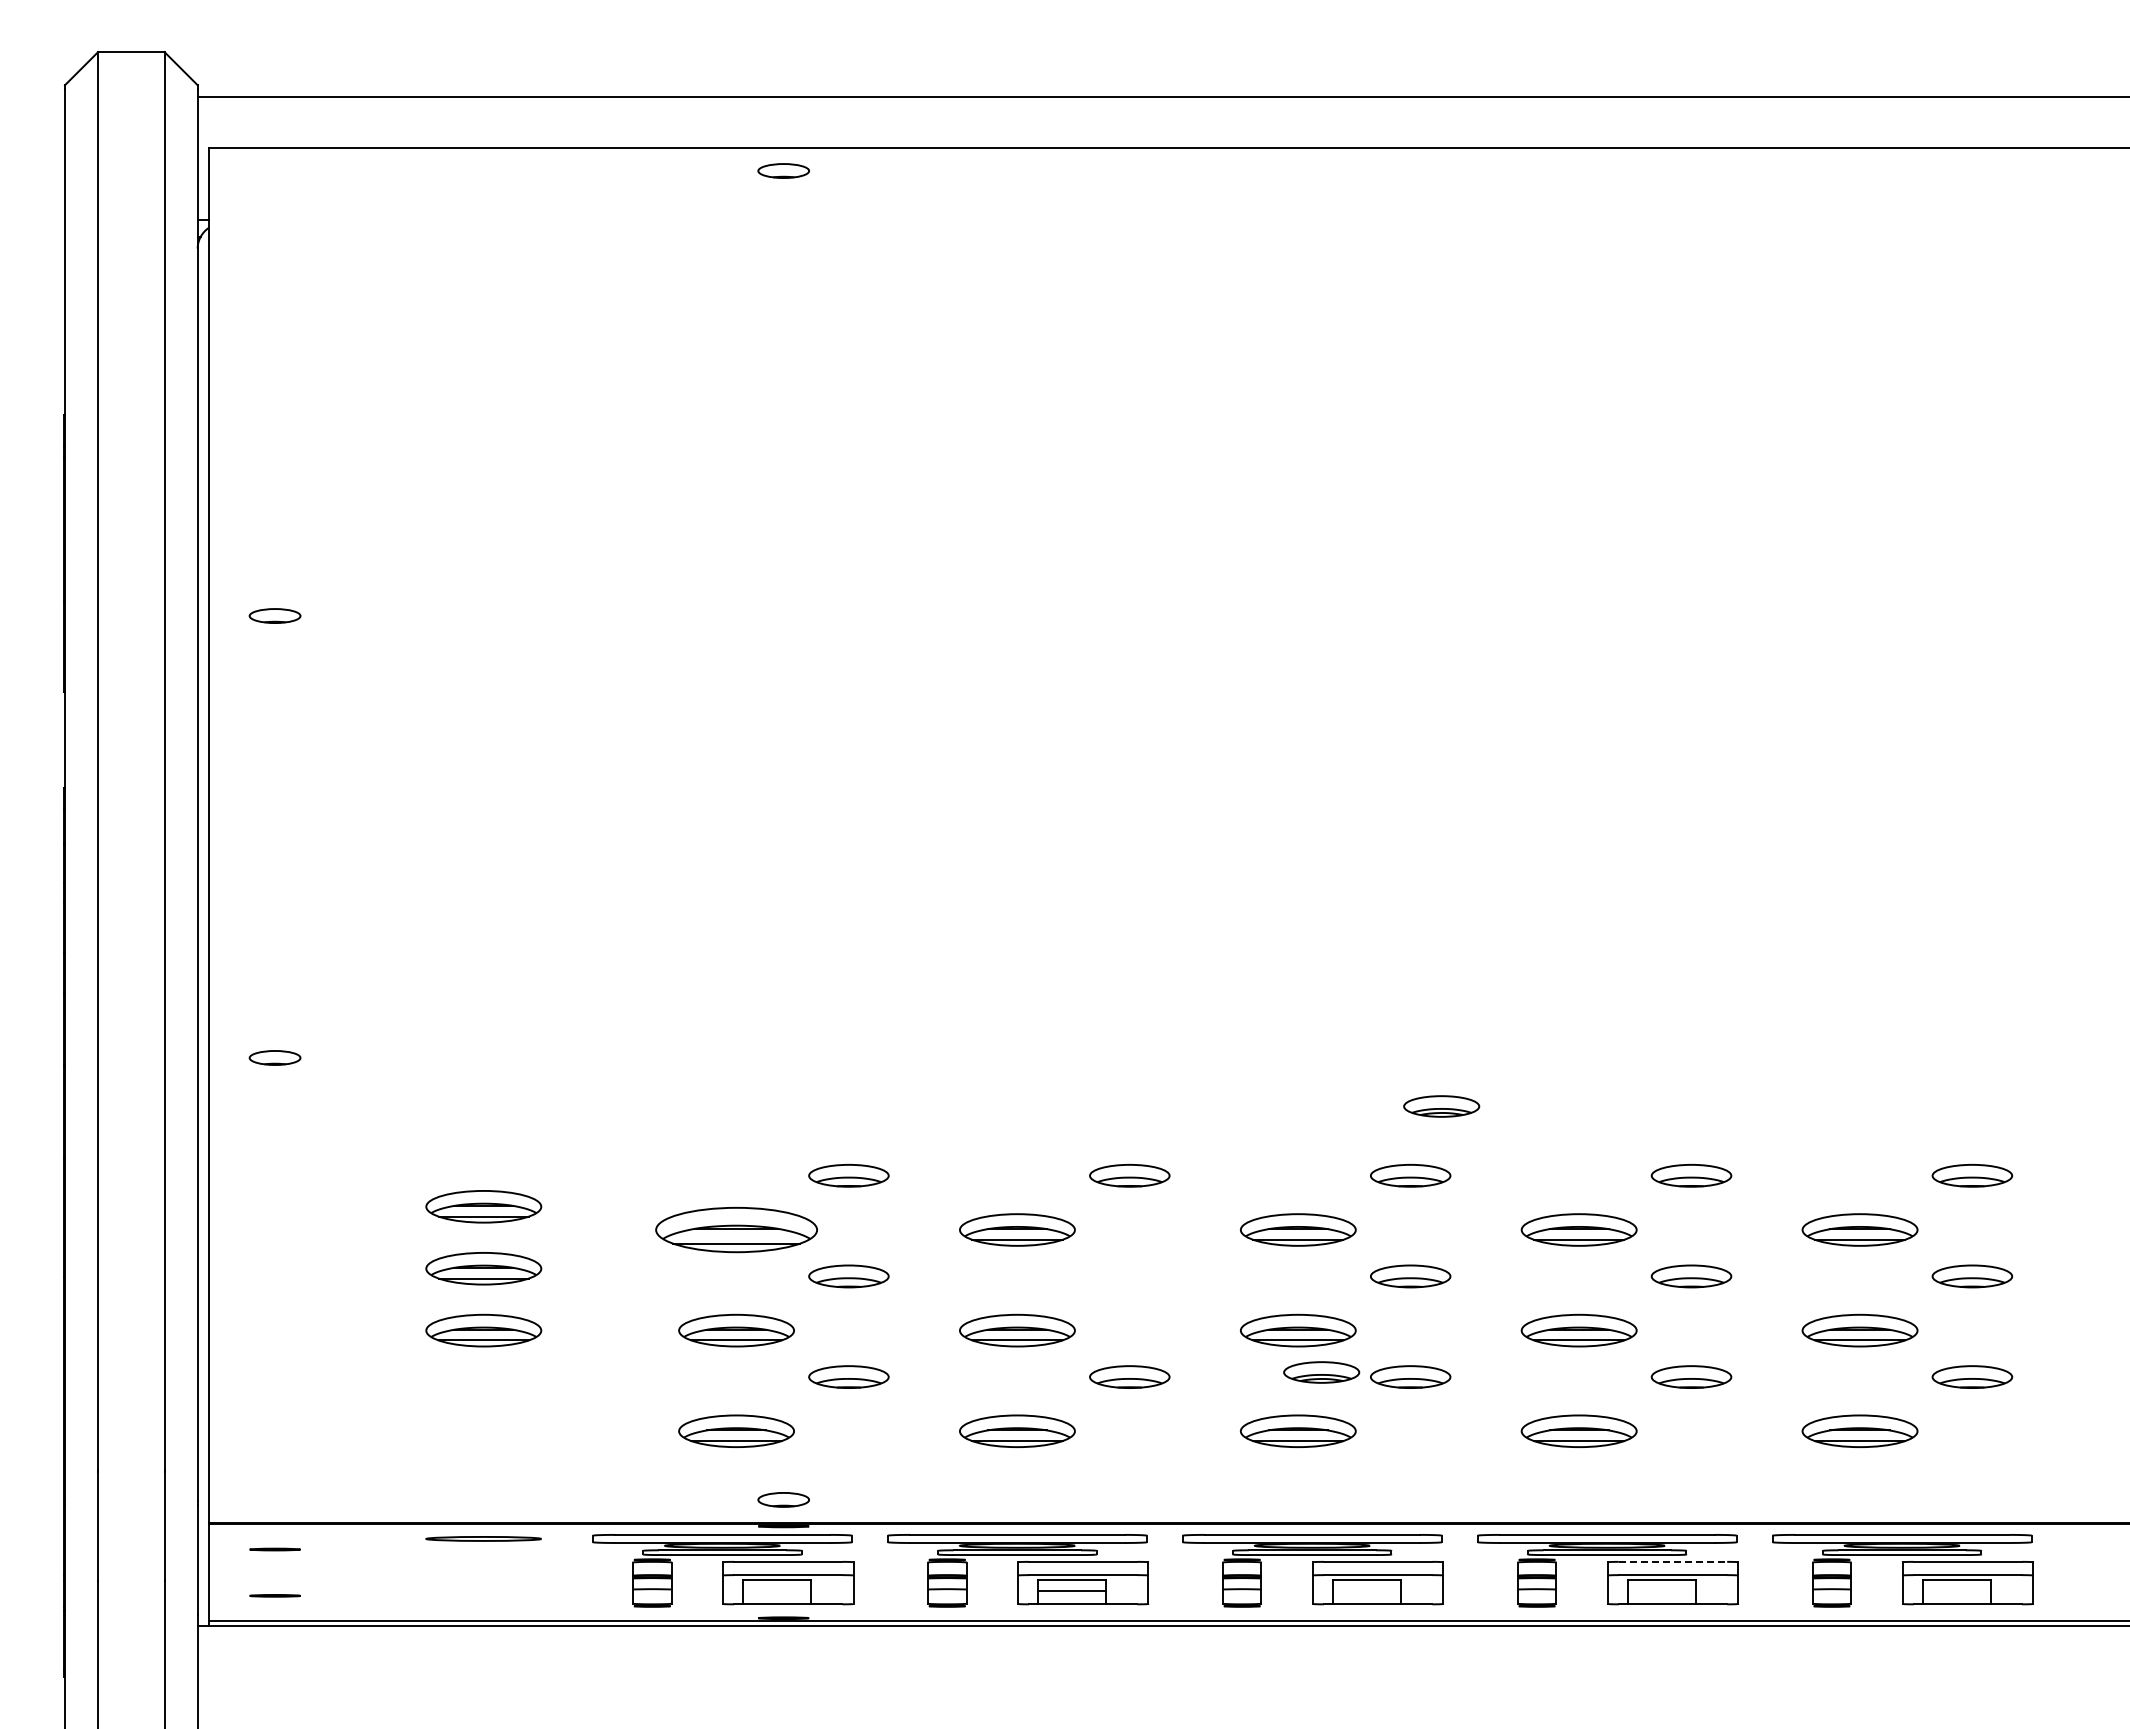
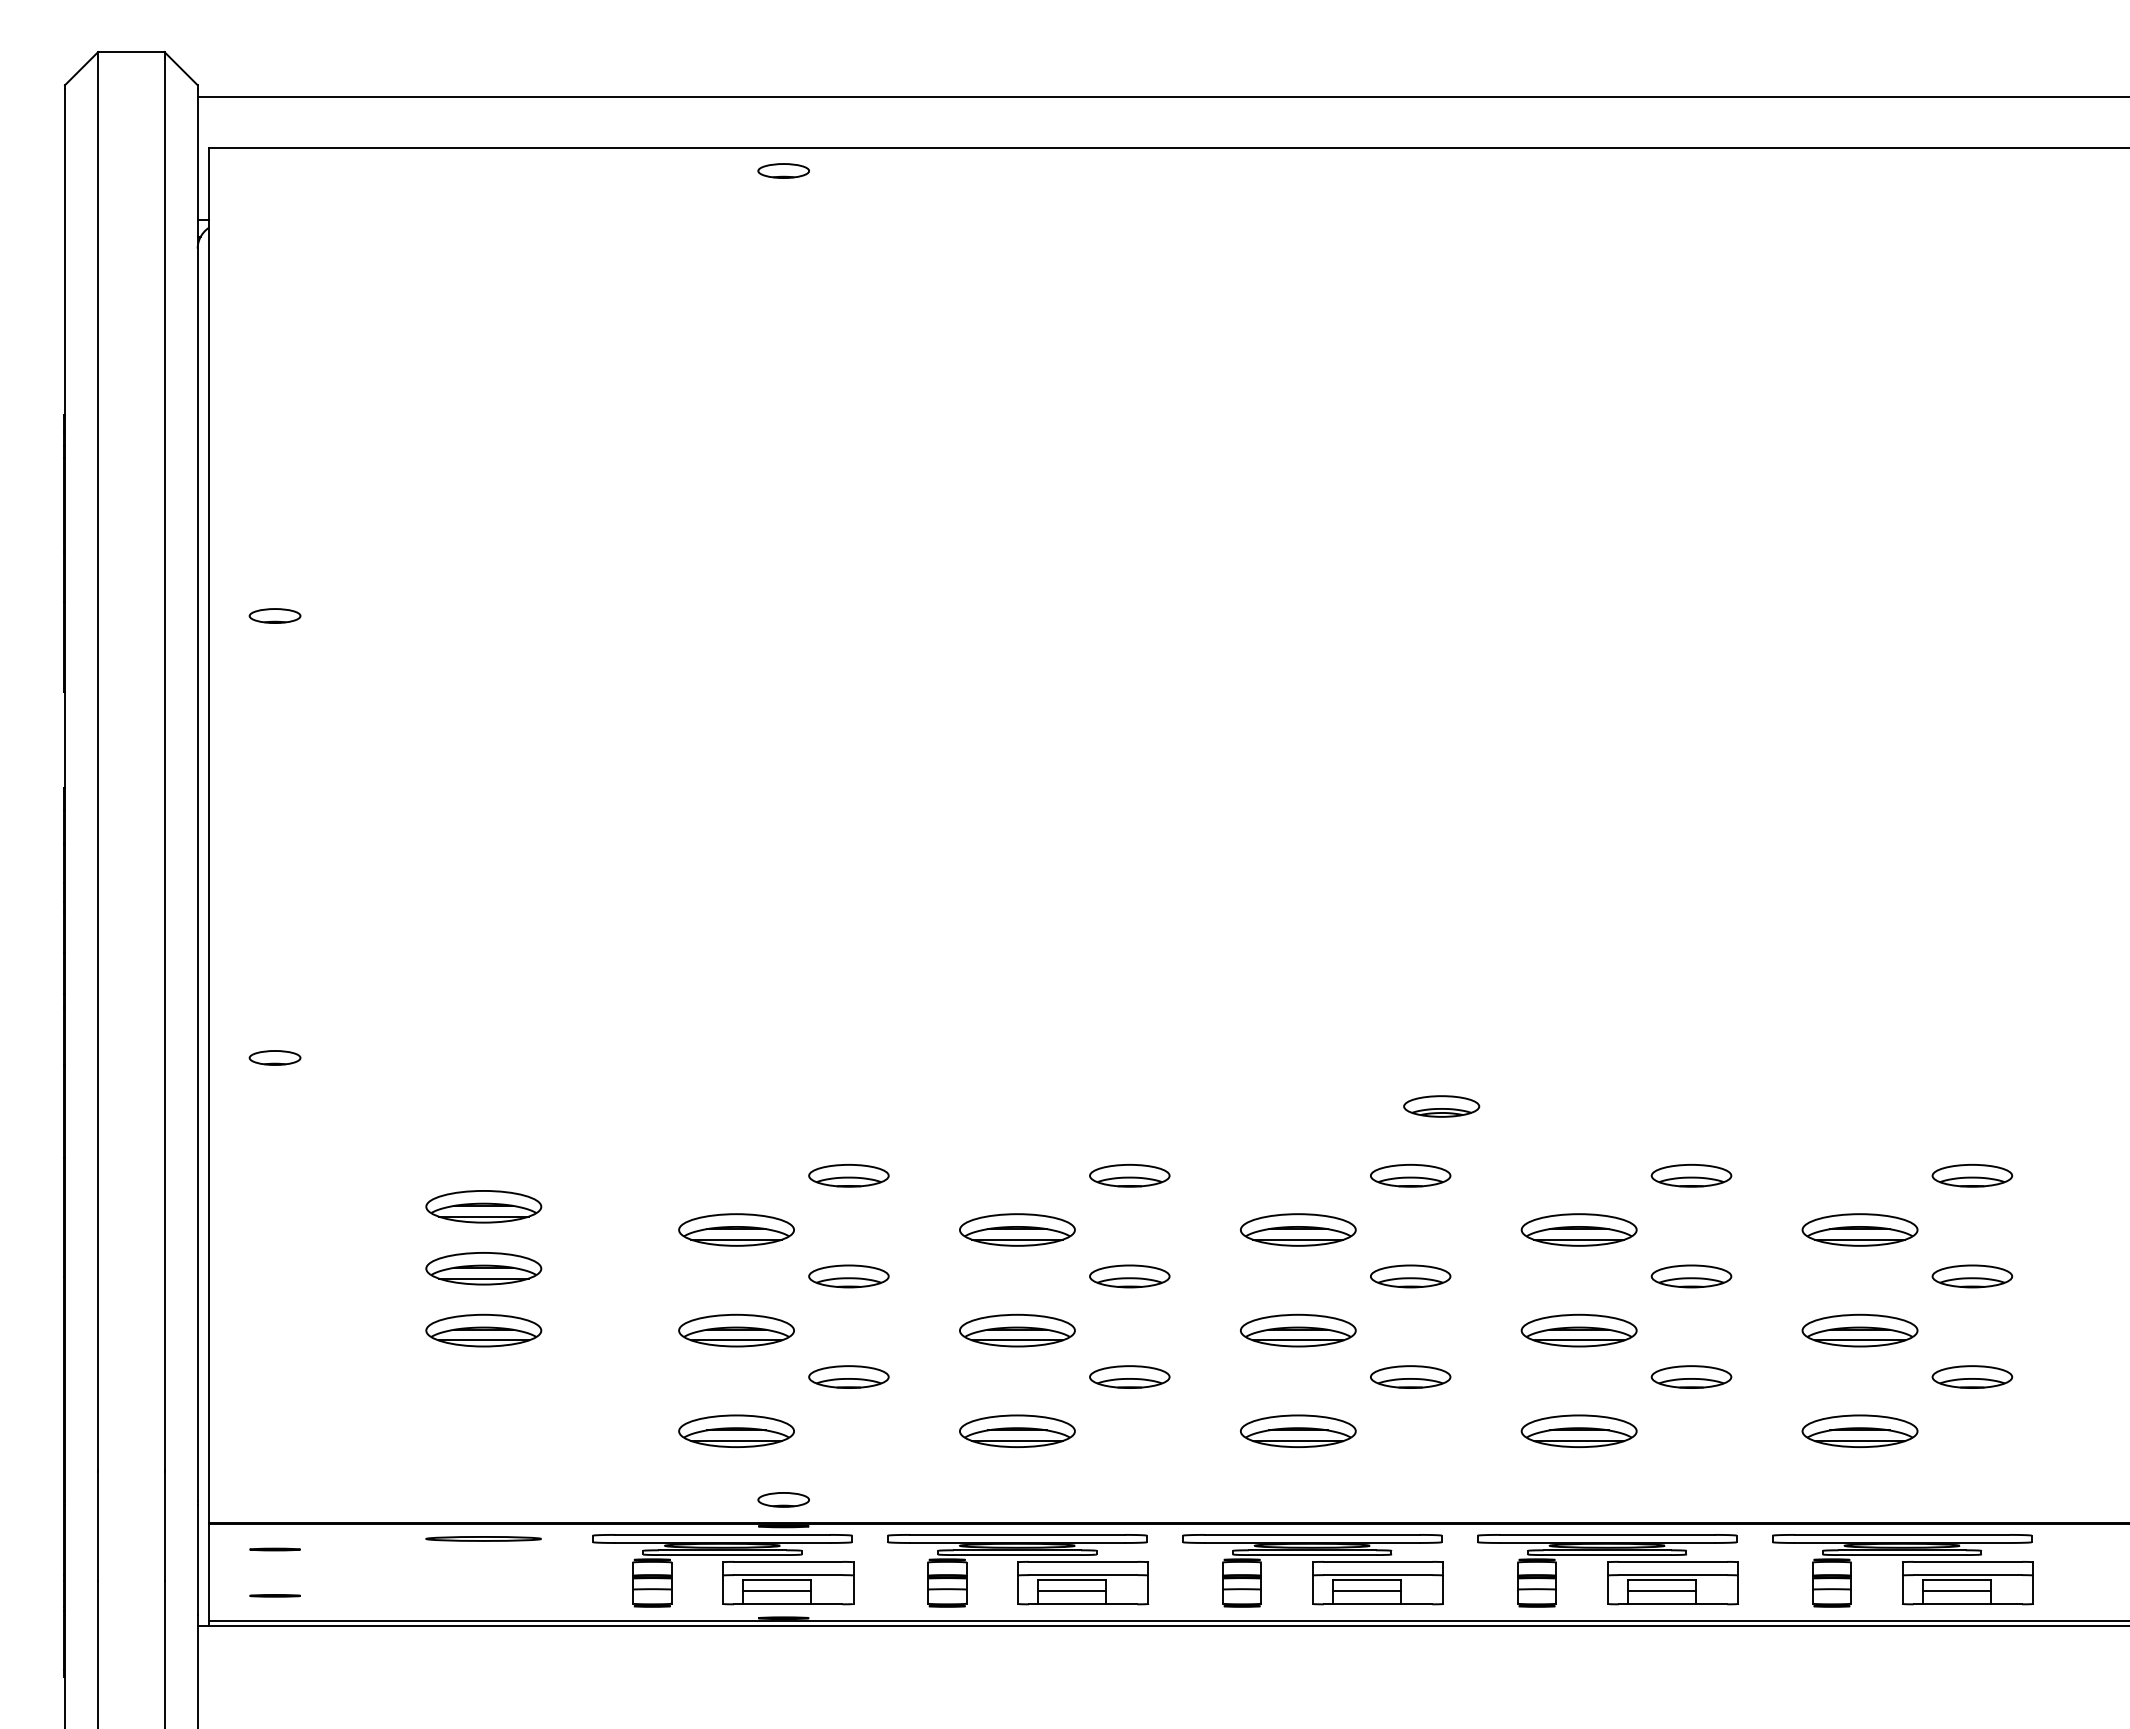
part at (736, 1229) size: 163x48 px -> 117x34 px
part at (1129, 1276): none -> present
part at (1321, 1372): present -> none
line at (1673, 1561): dashed -> solid
line at (776, 1590): none -> present
line at (1366, 1590): none -> present
line at (1661, 1590): none -> present
line at (1956, 1590): none -> present
